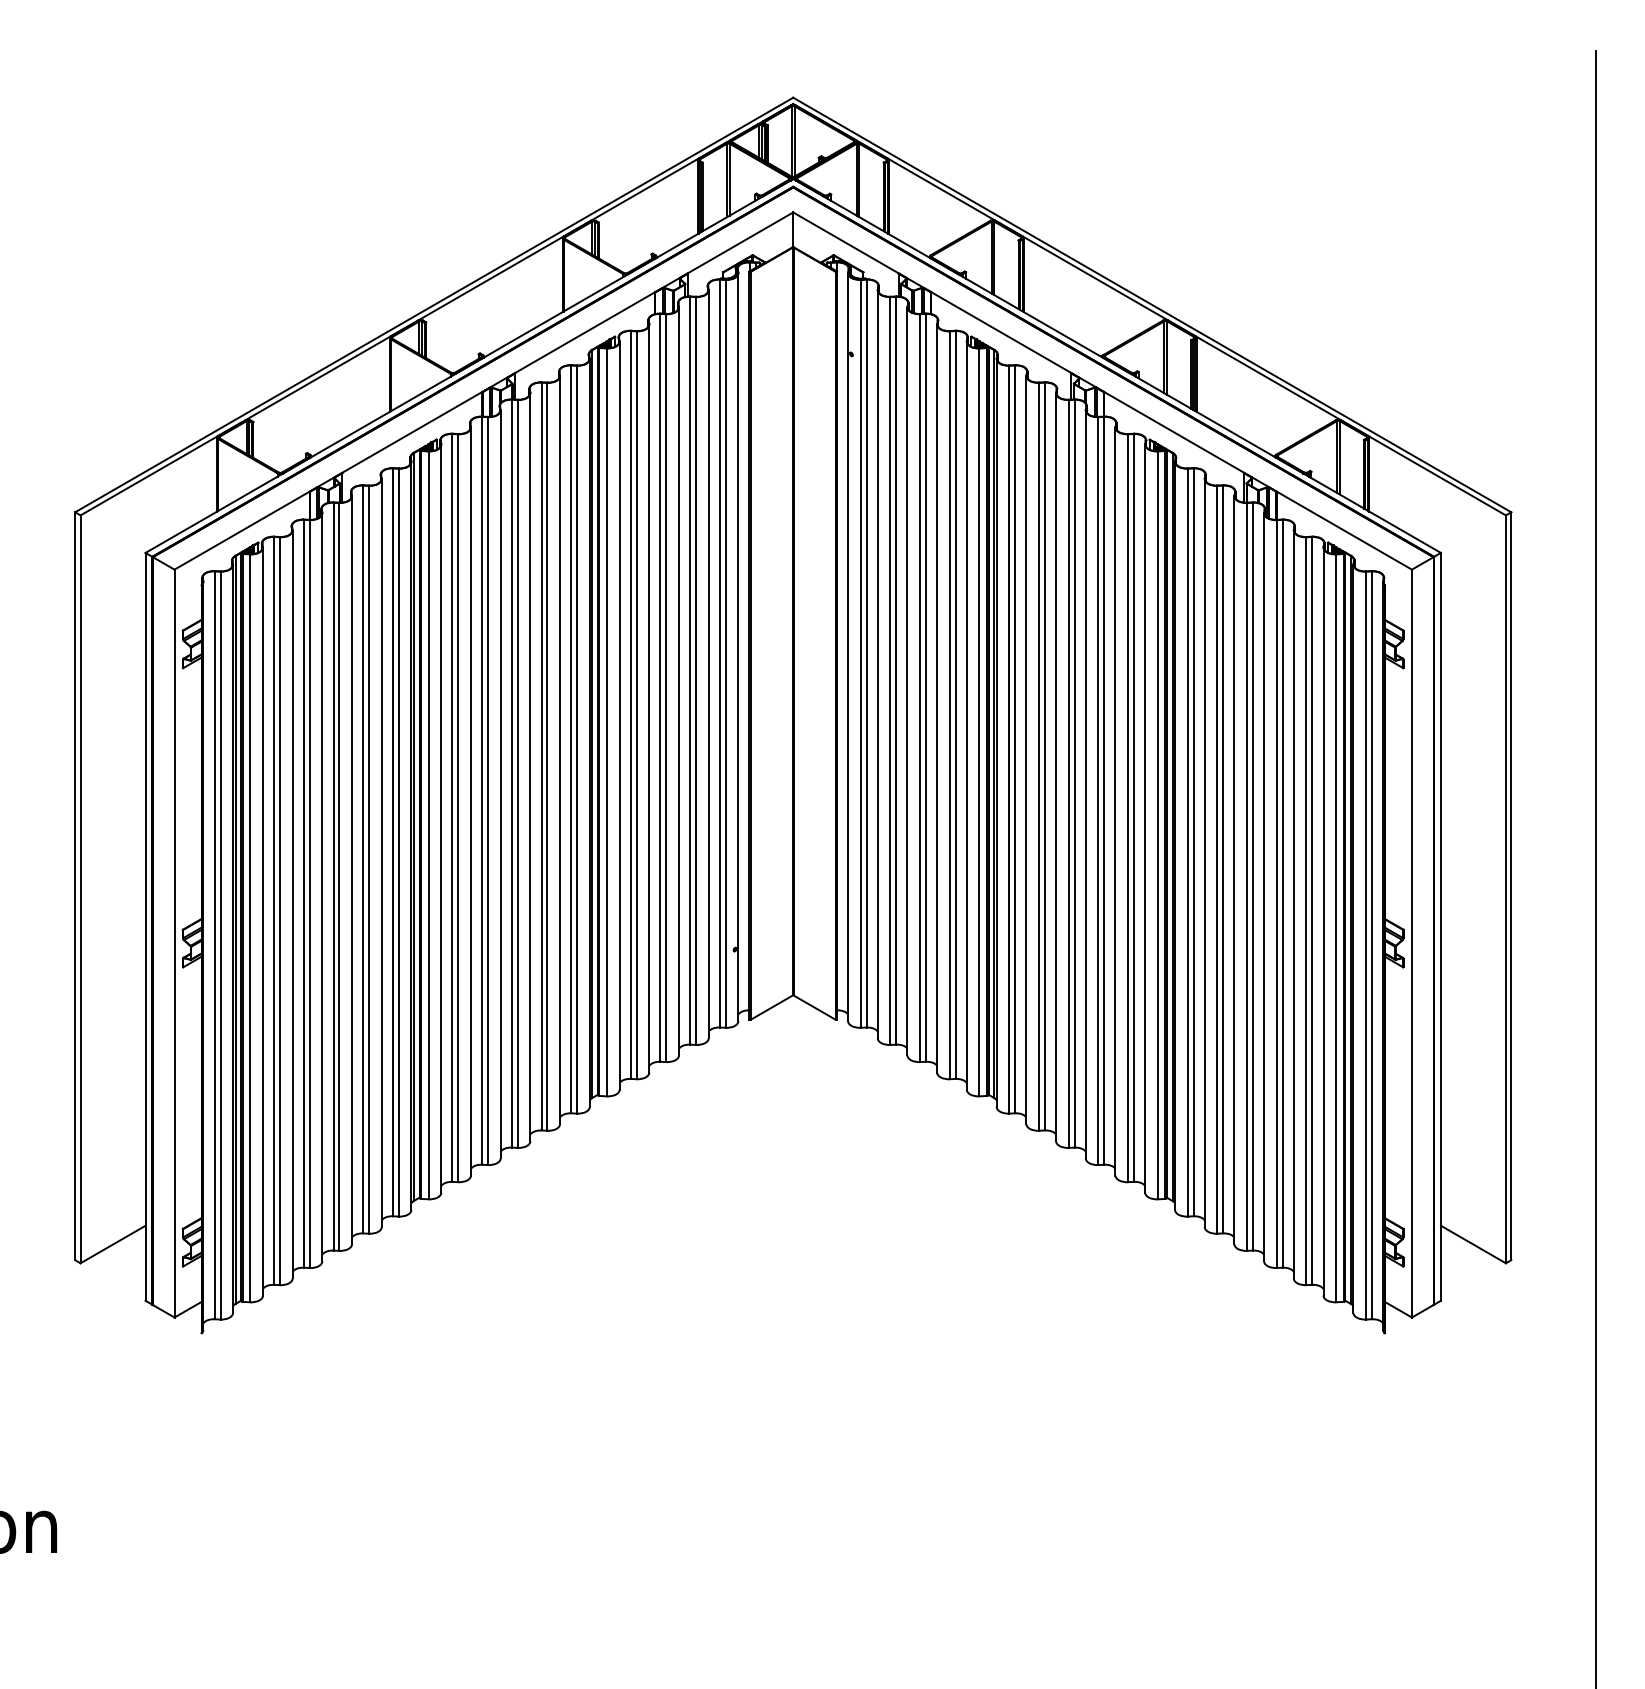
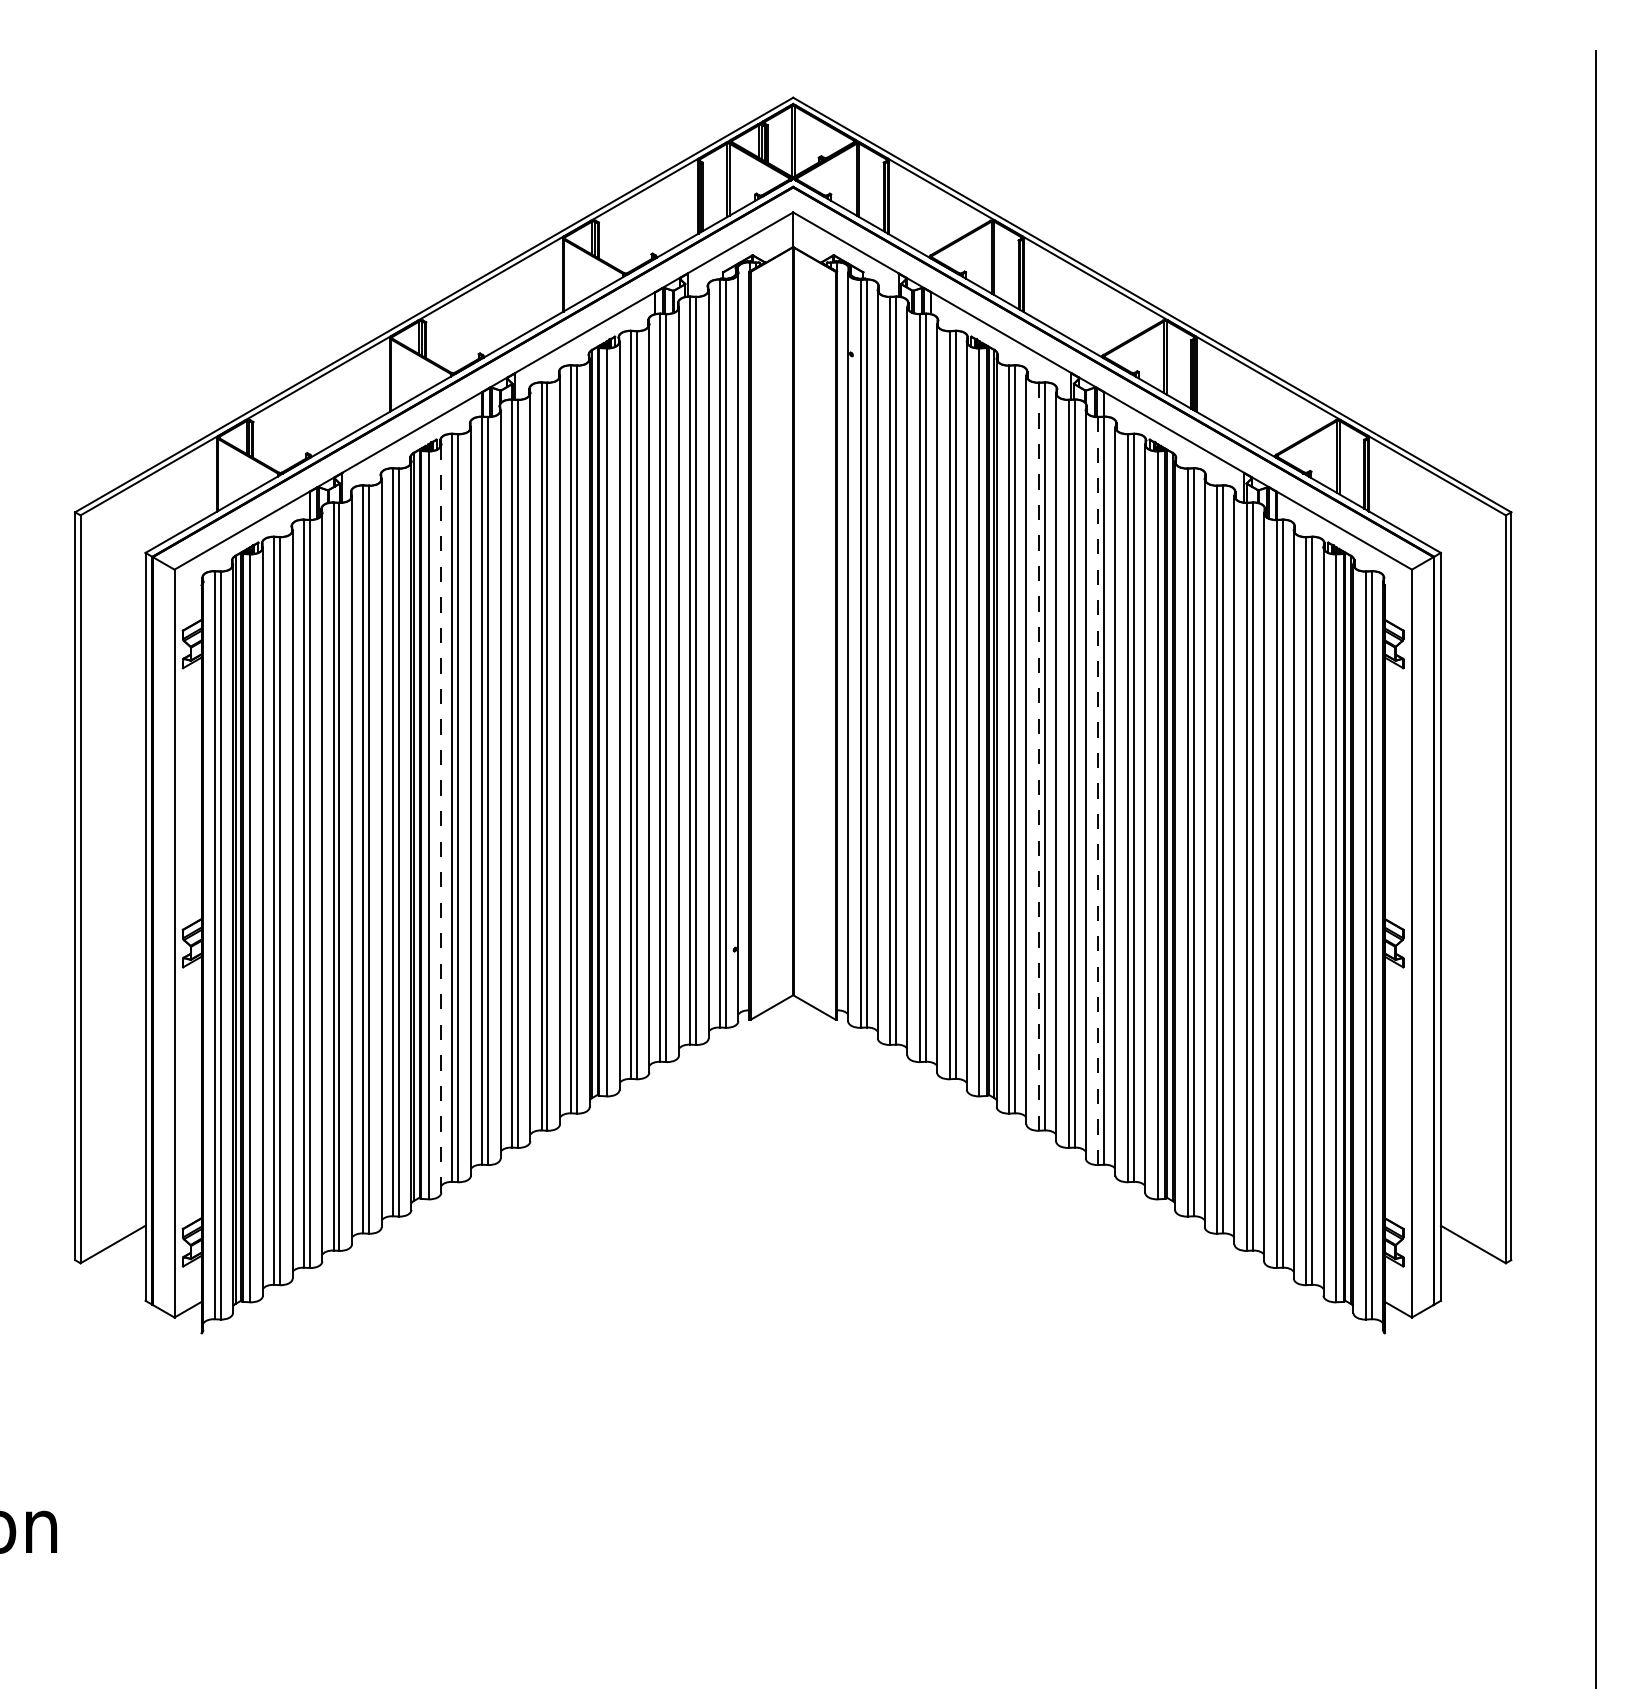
line at (1039, 756): solid -> dashed
line at (1098, 791): solid -> dashed
line at (441, 818): solid -> dashed
